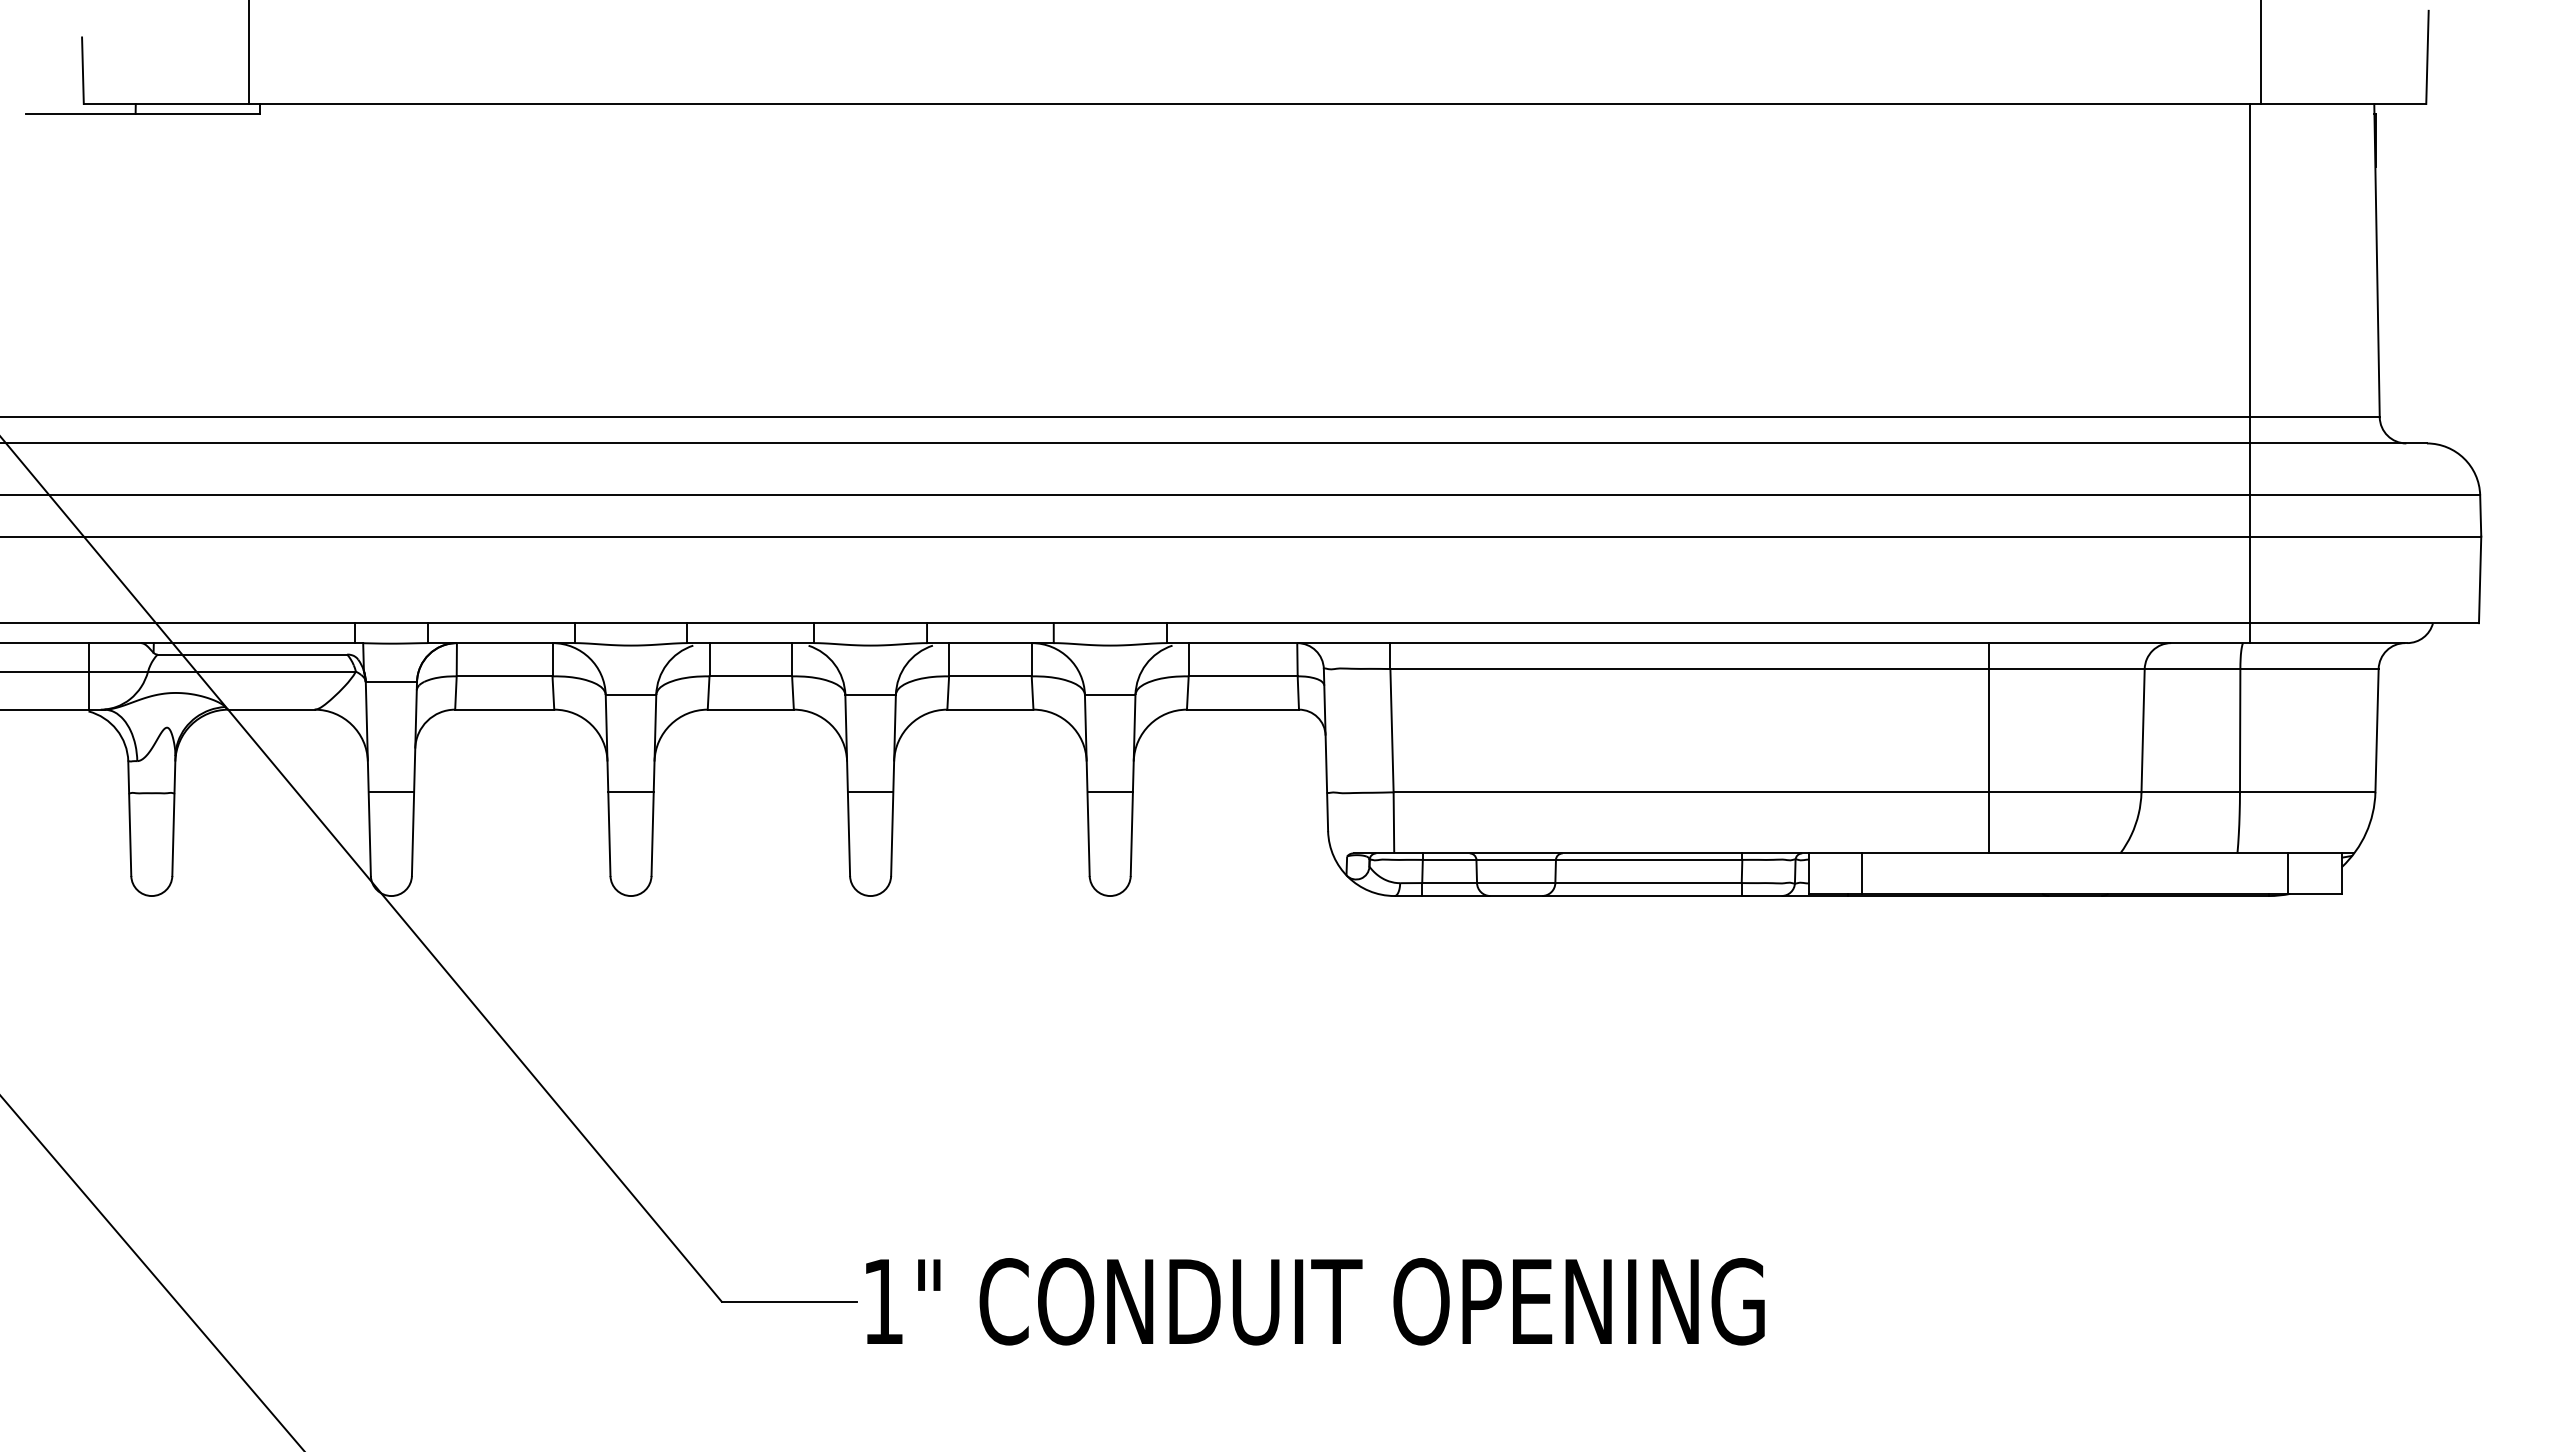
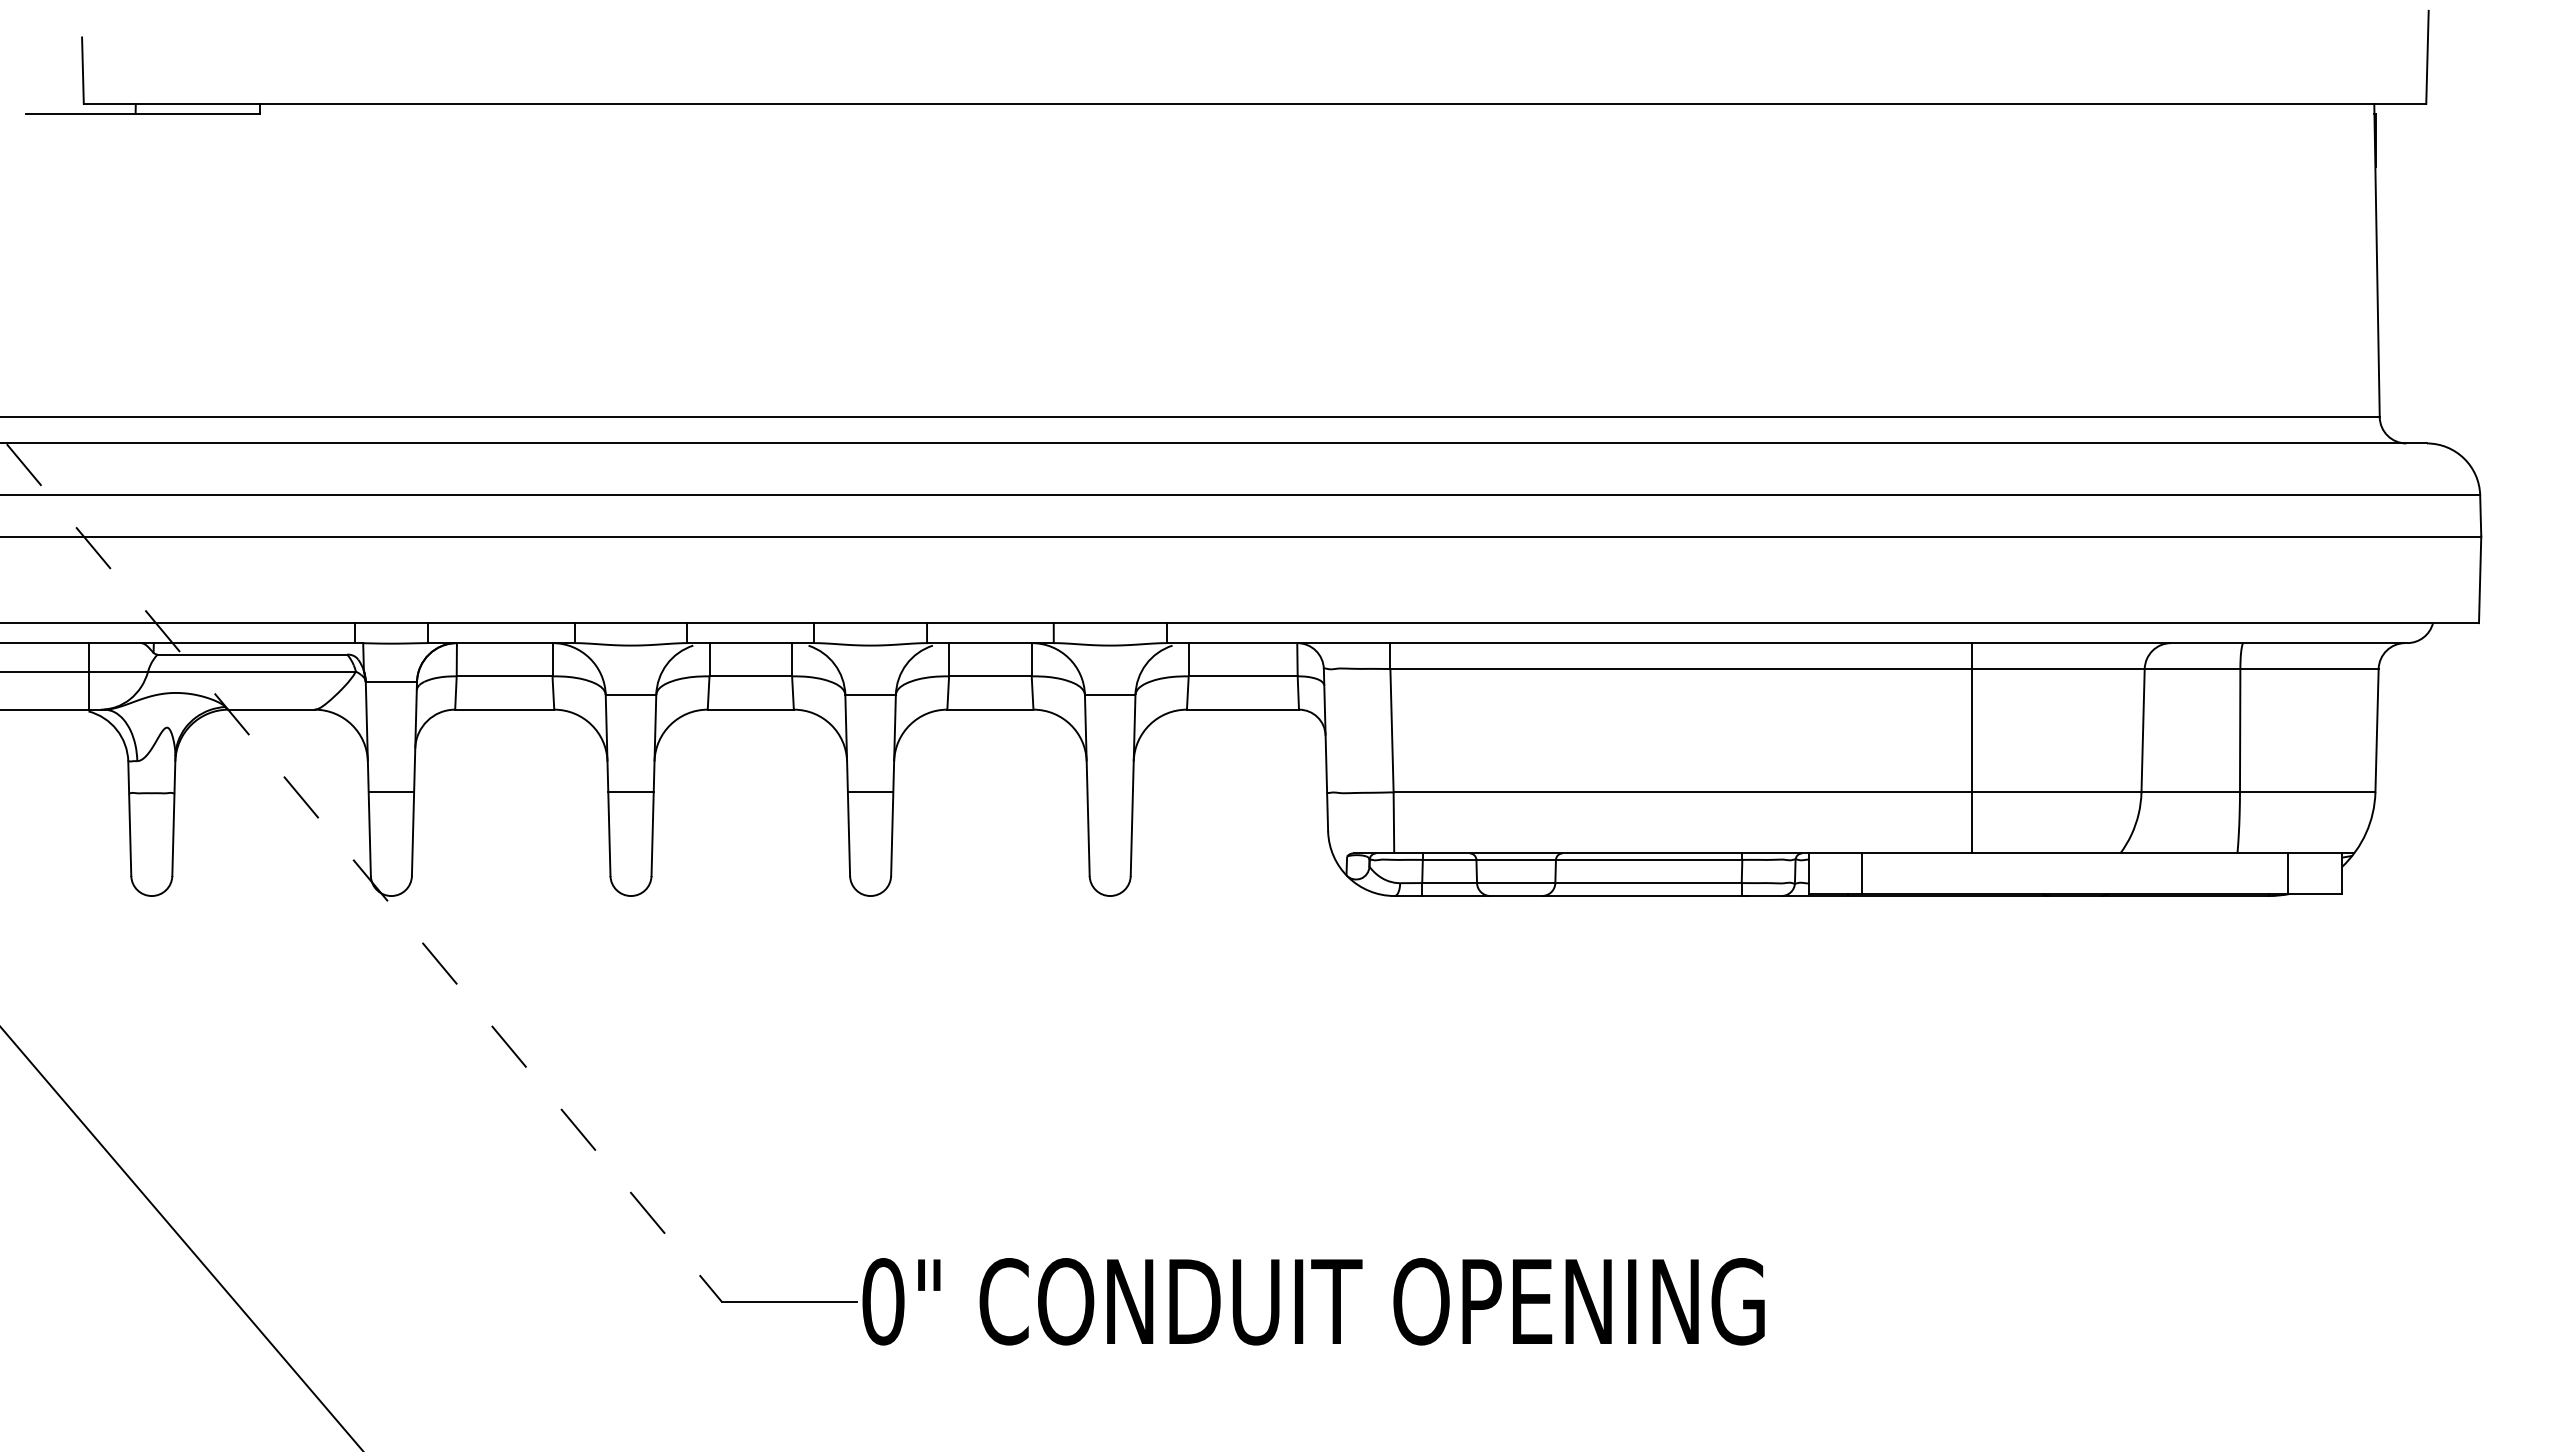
line at (248, 53): present -> none
line at (2261, 53): present -> none
line at (2249, 373): present -> none
line at (1988, 748) position: (1988, 748) -> (1971, 748)
line at (1109, 792): present -> none
line at (361, 869): solid -> dashed
line at (152, 1273) position: (152, 1273) -> (181, 1238)
text at (883, 1301): 1" -> 0"
